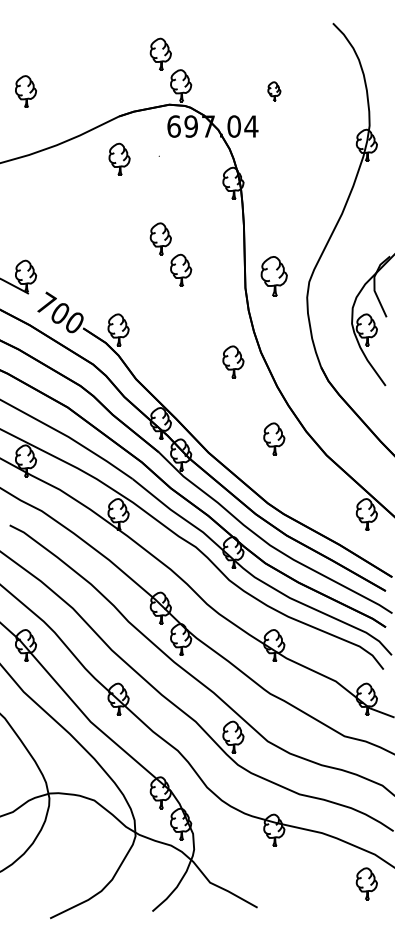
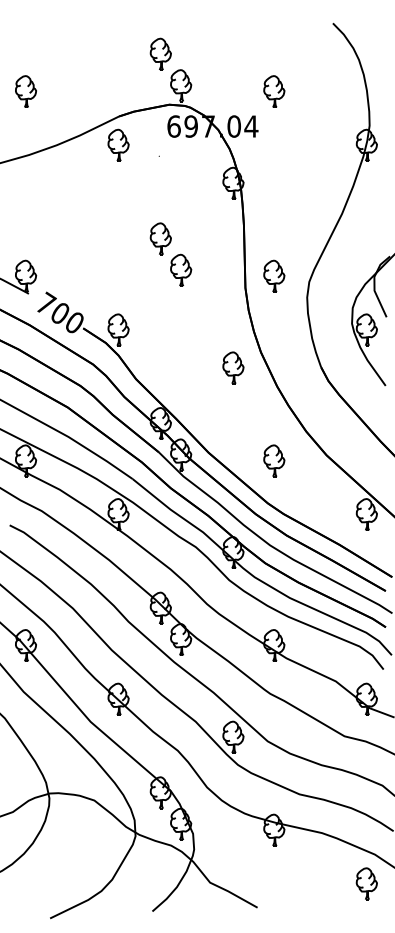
part at (274, 91) size: 15x21 px -> 23x33 px
part at (119, 158) position: (119, 158) -> (118, 144)
part at (273, 276) size: 28x41 px -> 23x34 px
part at (233, 361) position: (233, 361) -> (233, 367)
part at (274, 438) position: (274, 438) -> (274, 460)
